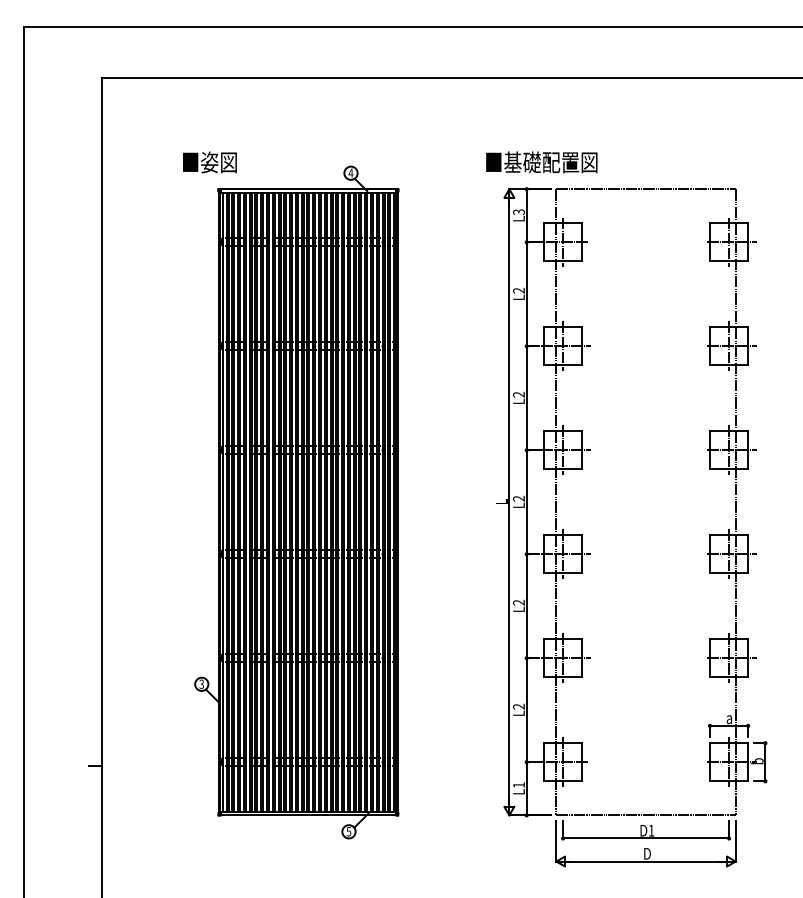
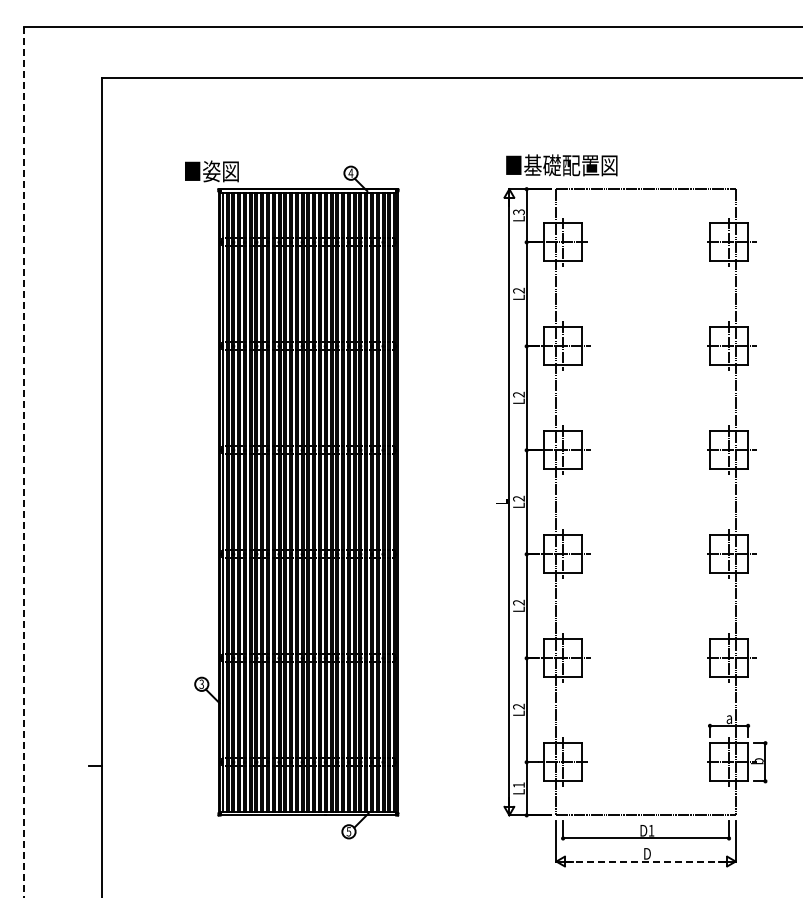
text at (209, 162) position: (209, 162) -> (211, 171)
text at (541, 162) position: (541, 162) -> (561, 165)
line at (24, 462): solid -> dashed
line at (646, 861): solid -> dashed
